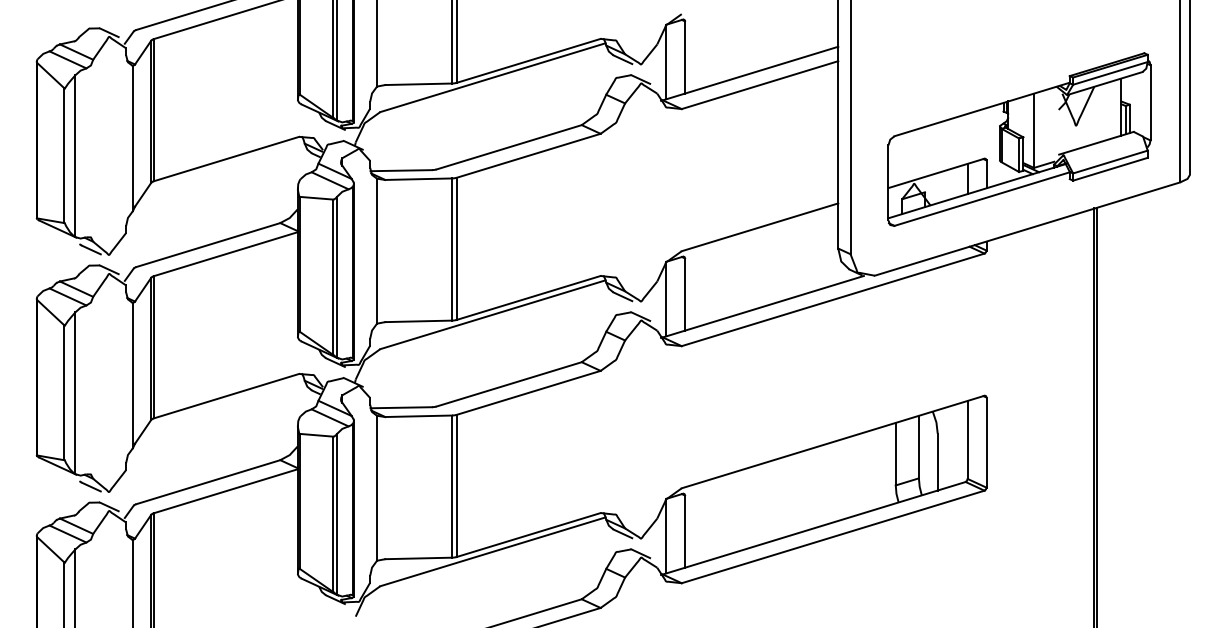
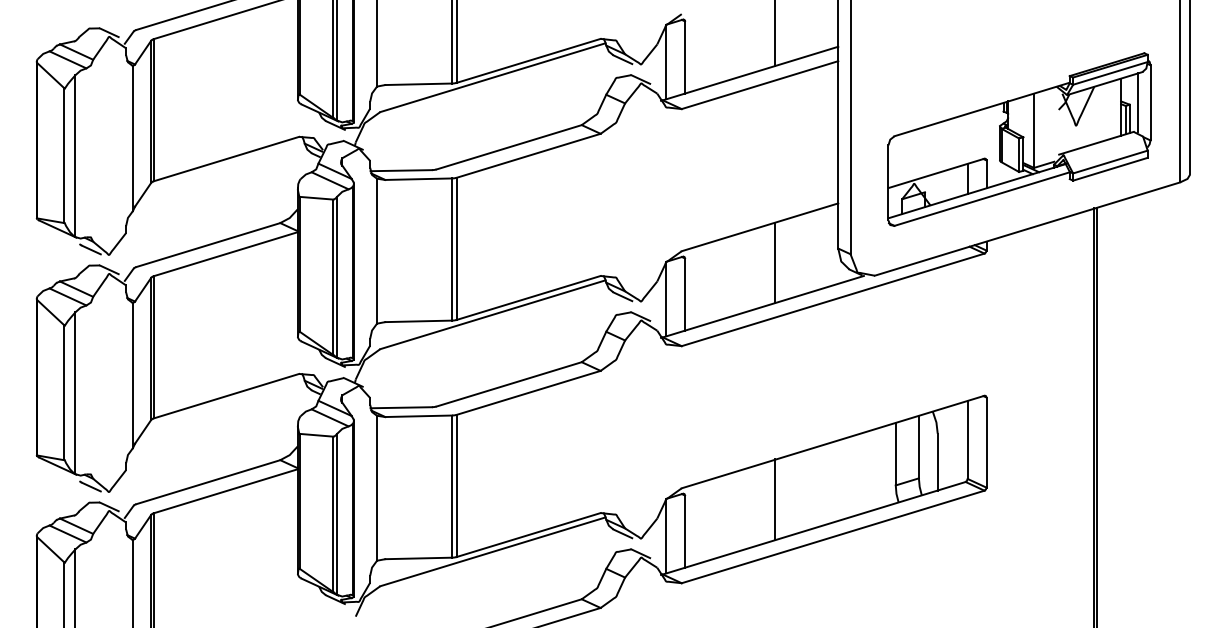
line at (775, 33): none -> present
line at (1138, 102): none -> present
line at (775, 262): none -> present
line at (775, 499): none -> present
